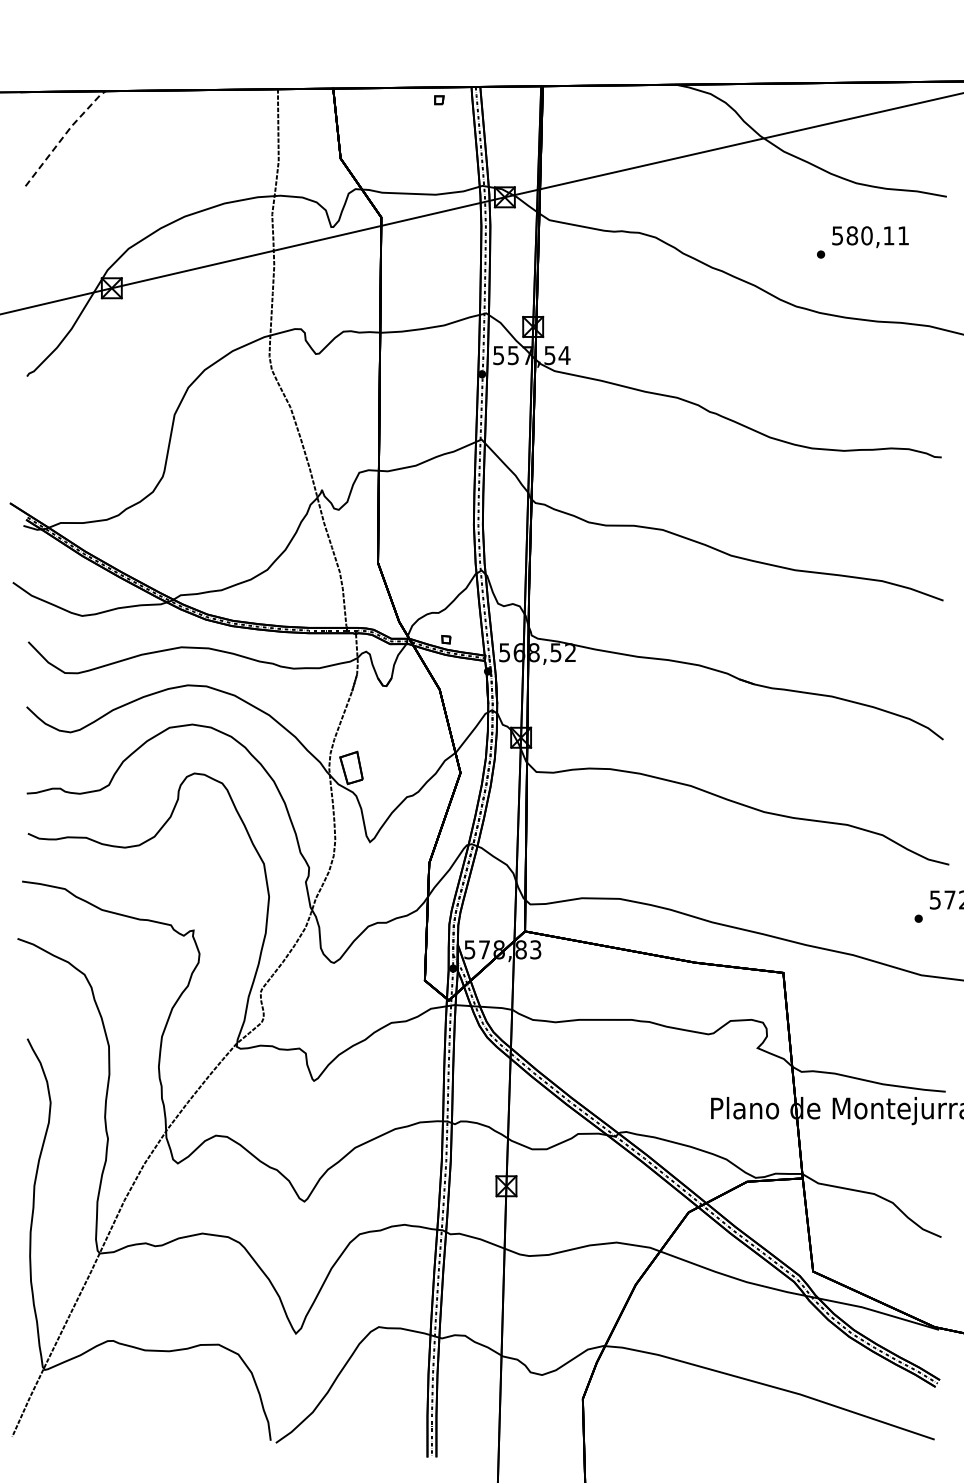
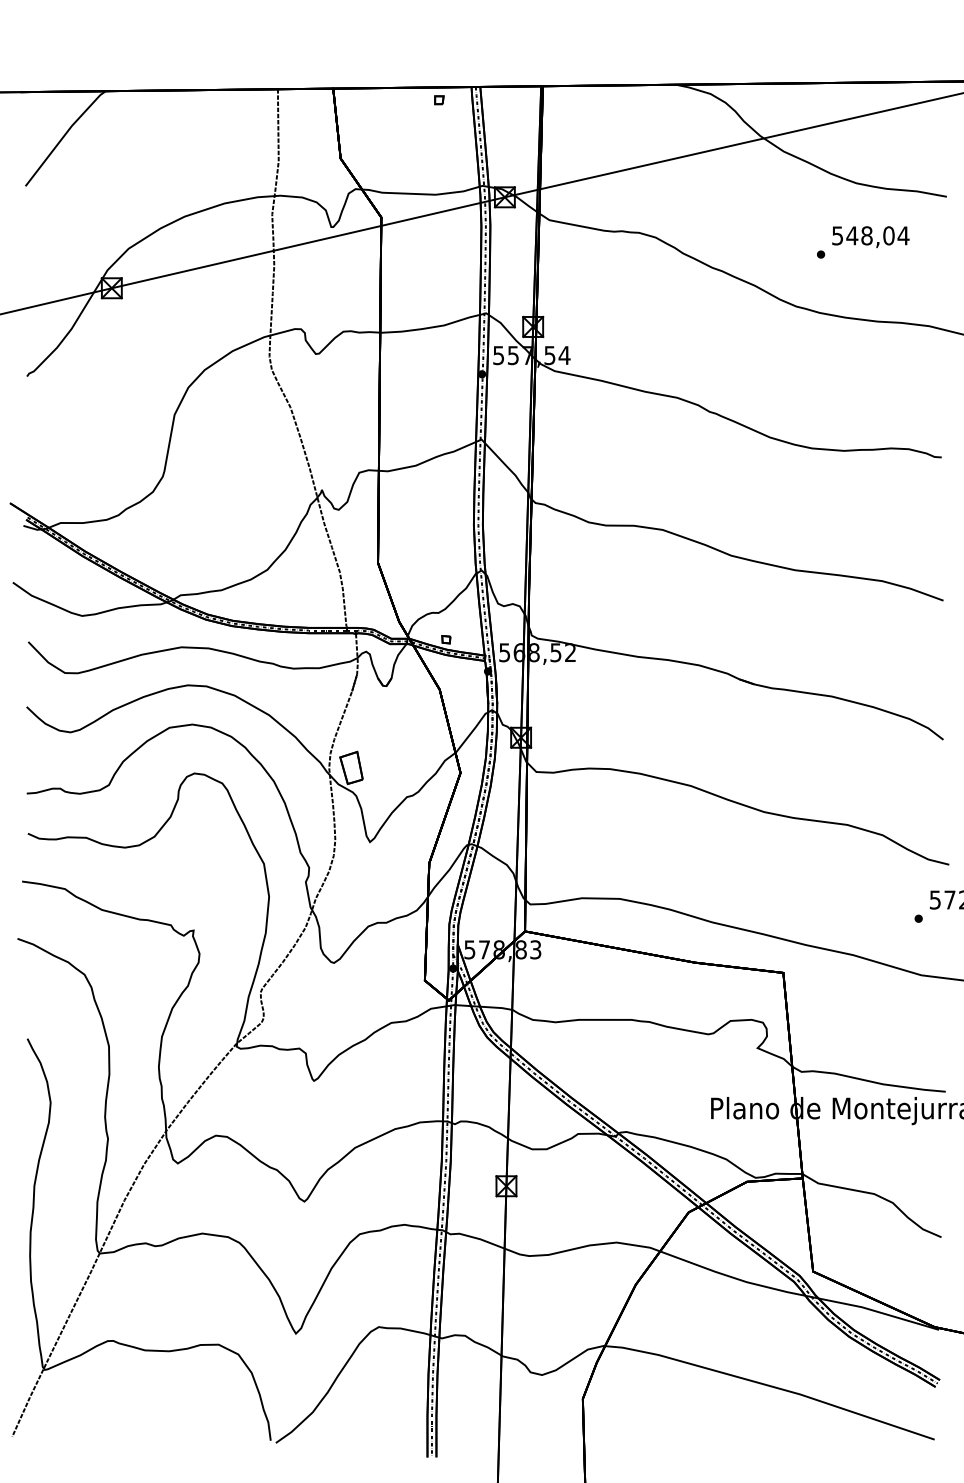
line at (64, 135): dashed -> solid
text at (877, 235): 580,11 -> 548,04
